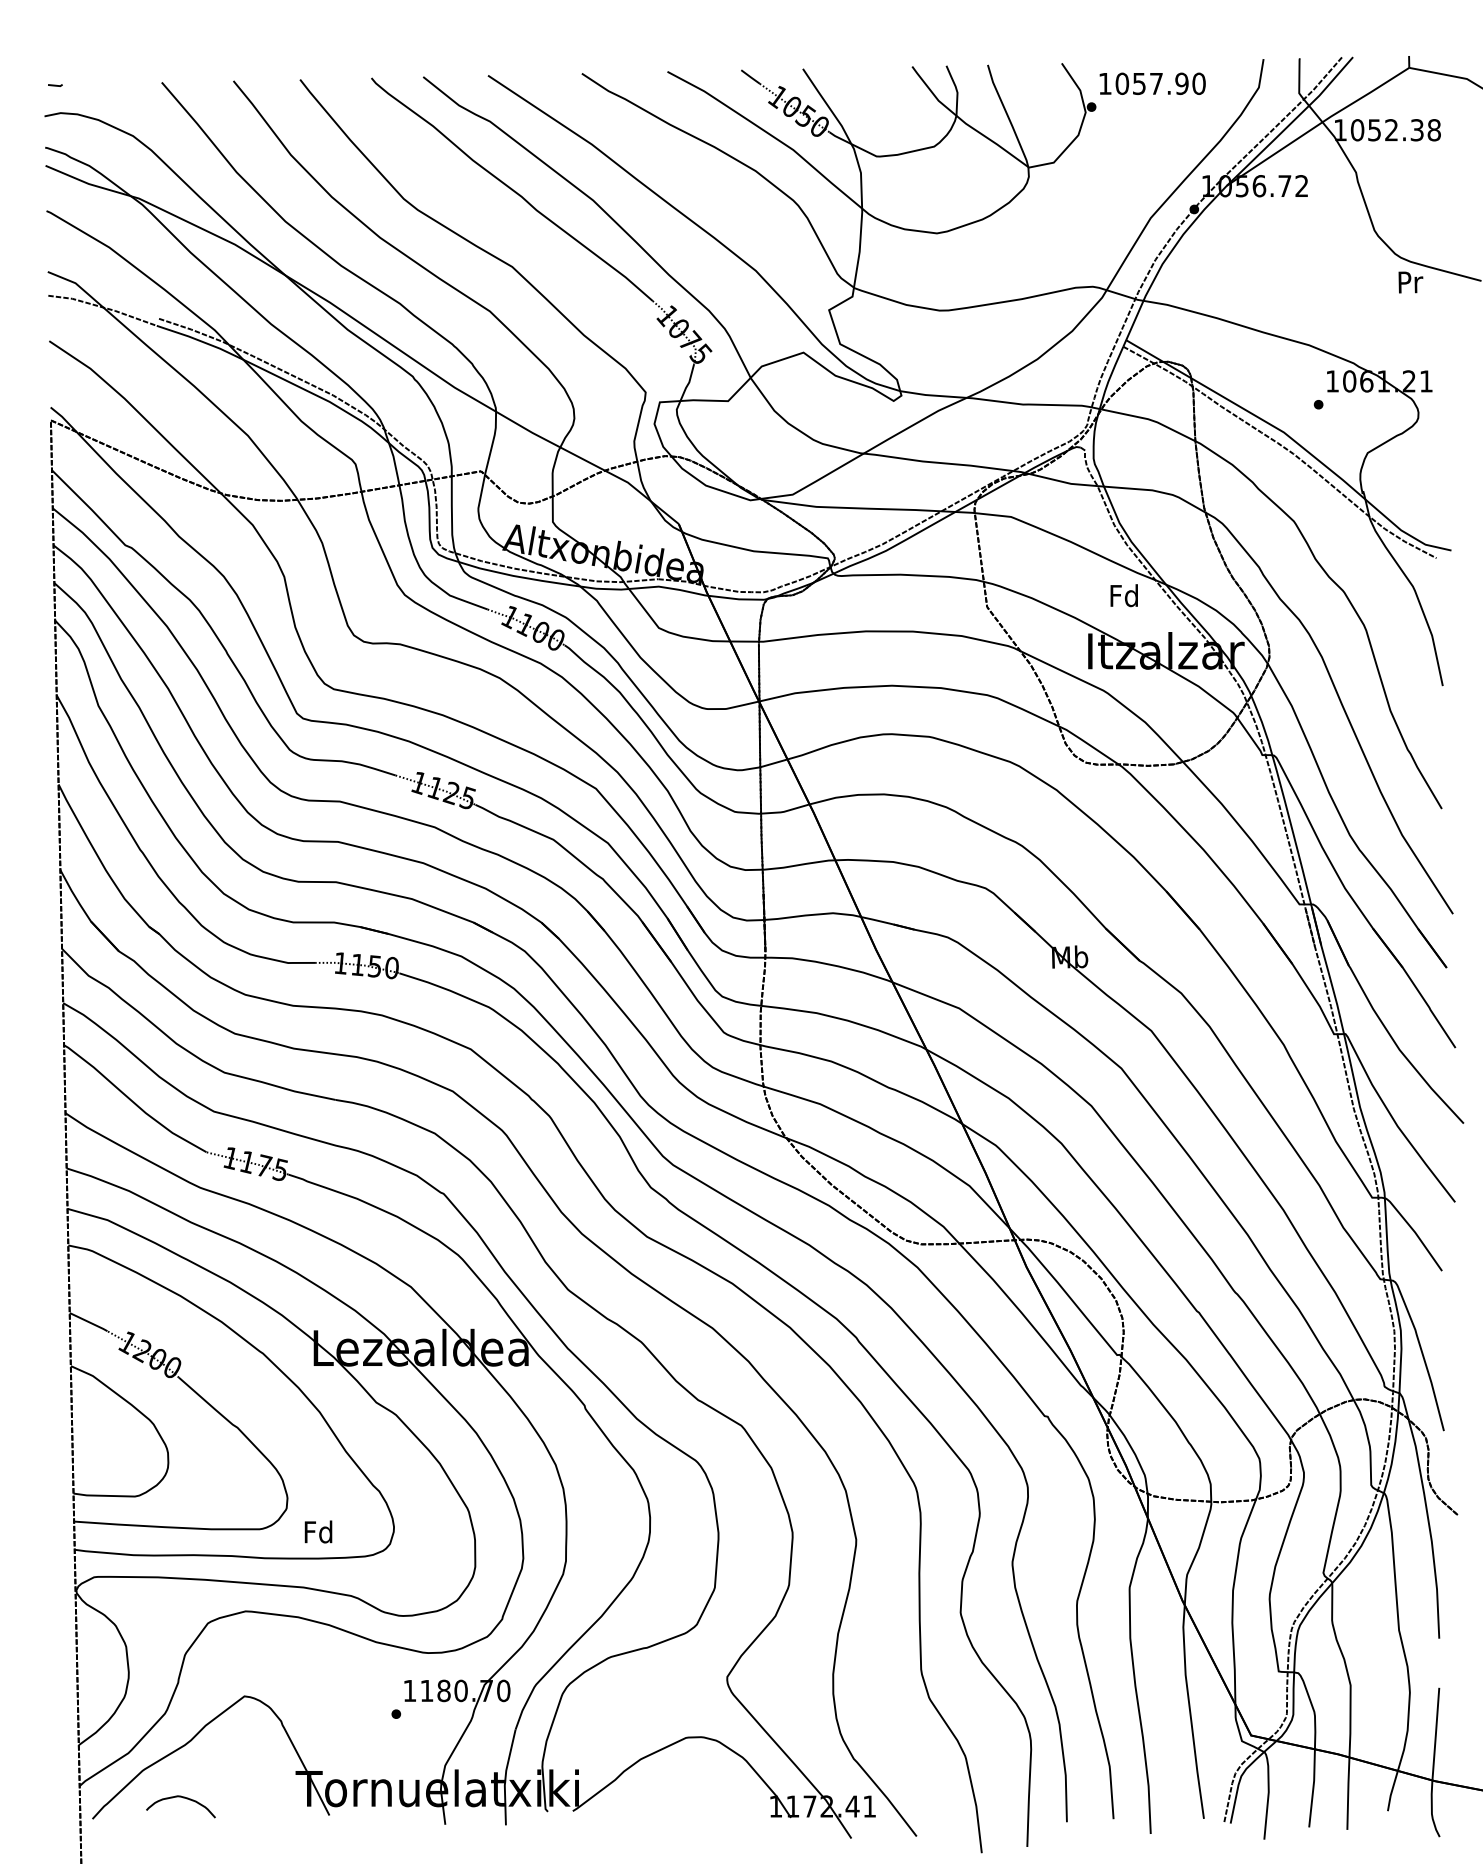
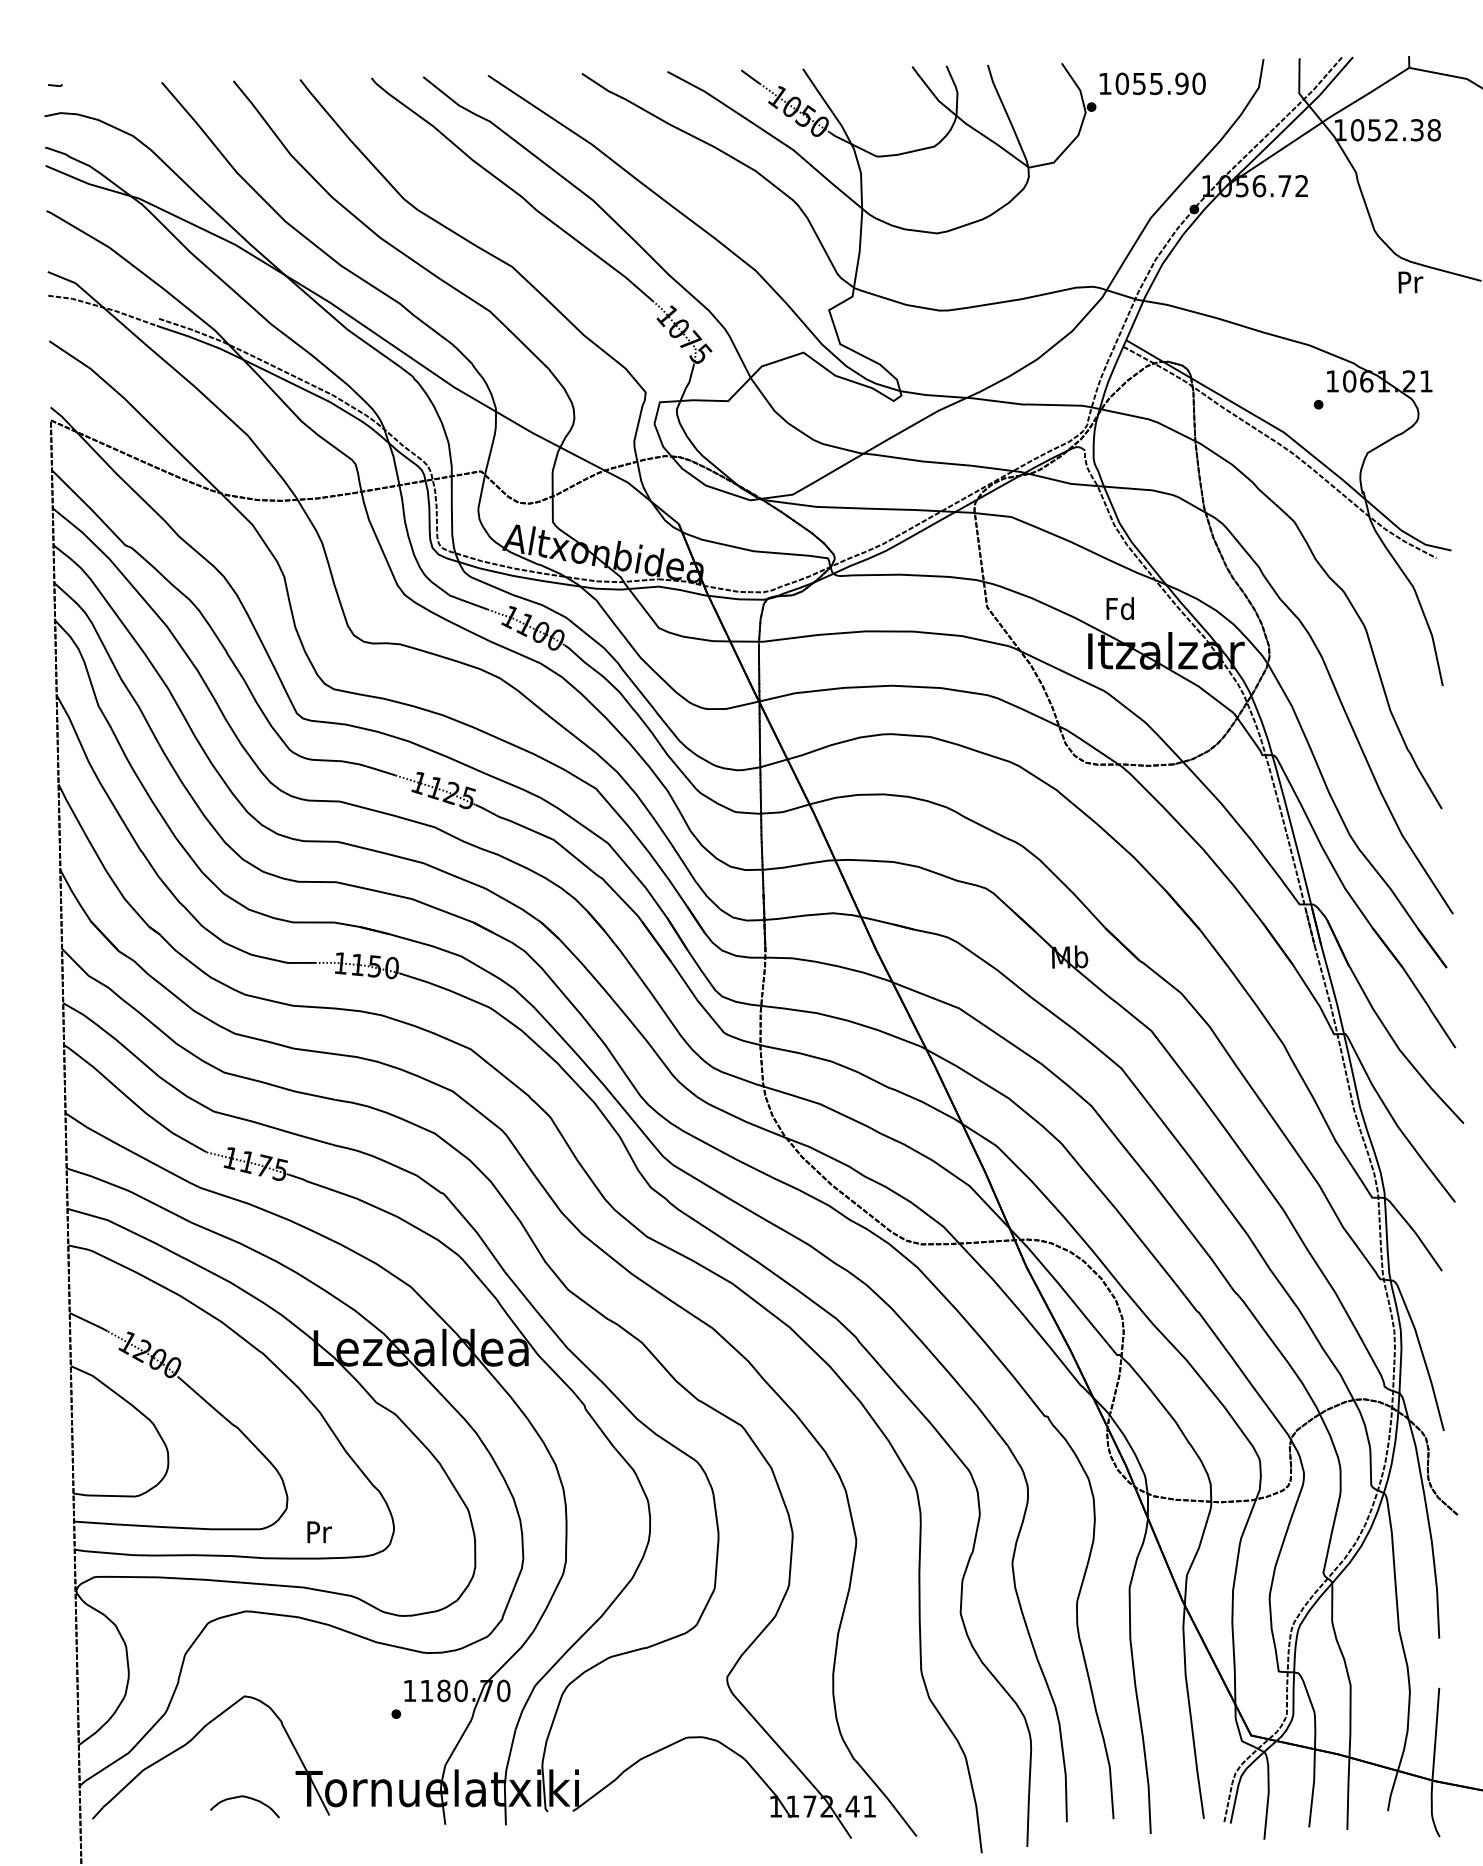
text at (1156, 84): 1057.90 -> 1055.90
text at (1123, 595) position: (1123, 595) -> (1119, 608)
text at (318, 1531): Fd -> Pr
curve at (183, 1798) position: (183, 1798) -> (247, 1798)
